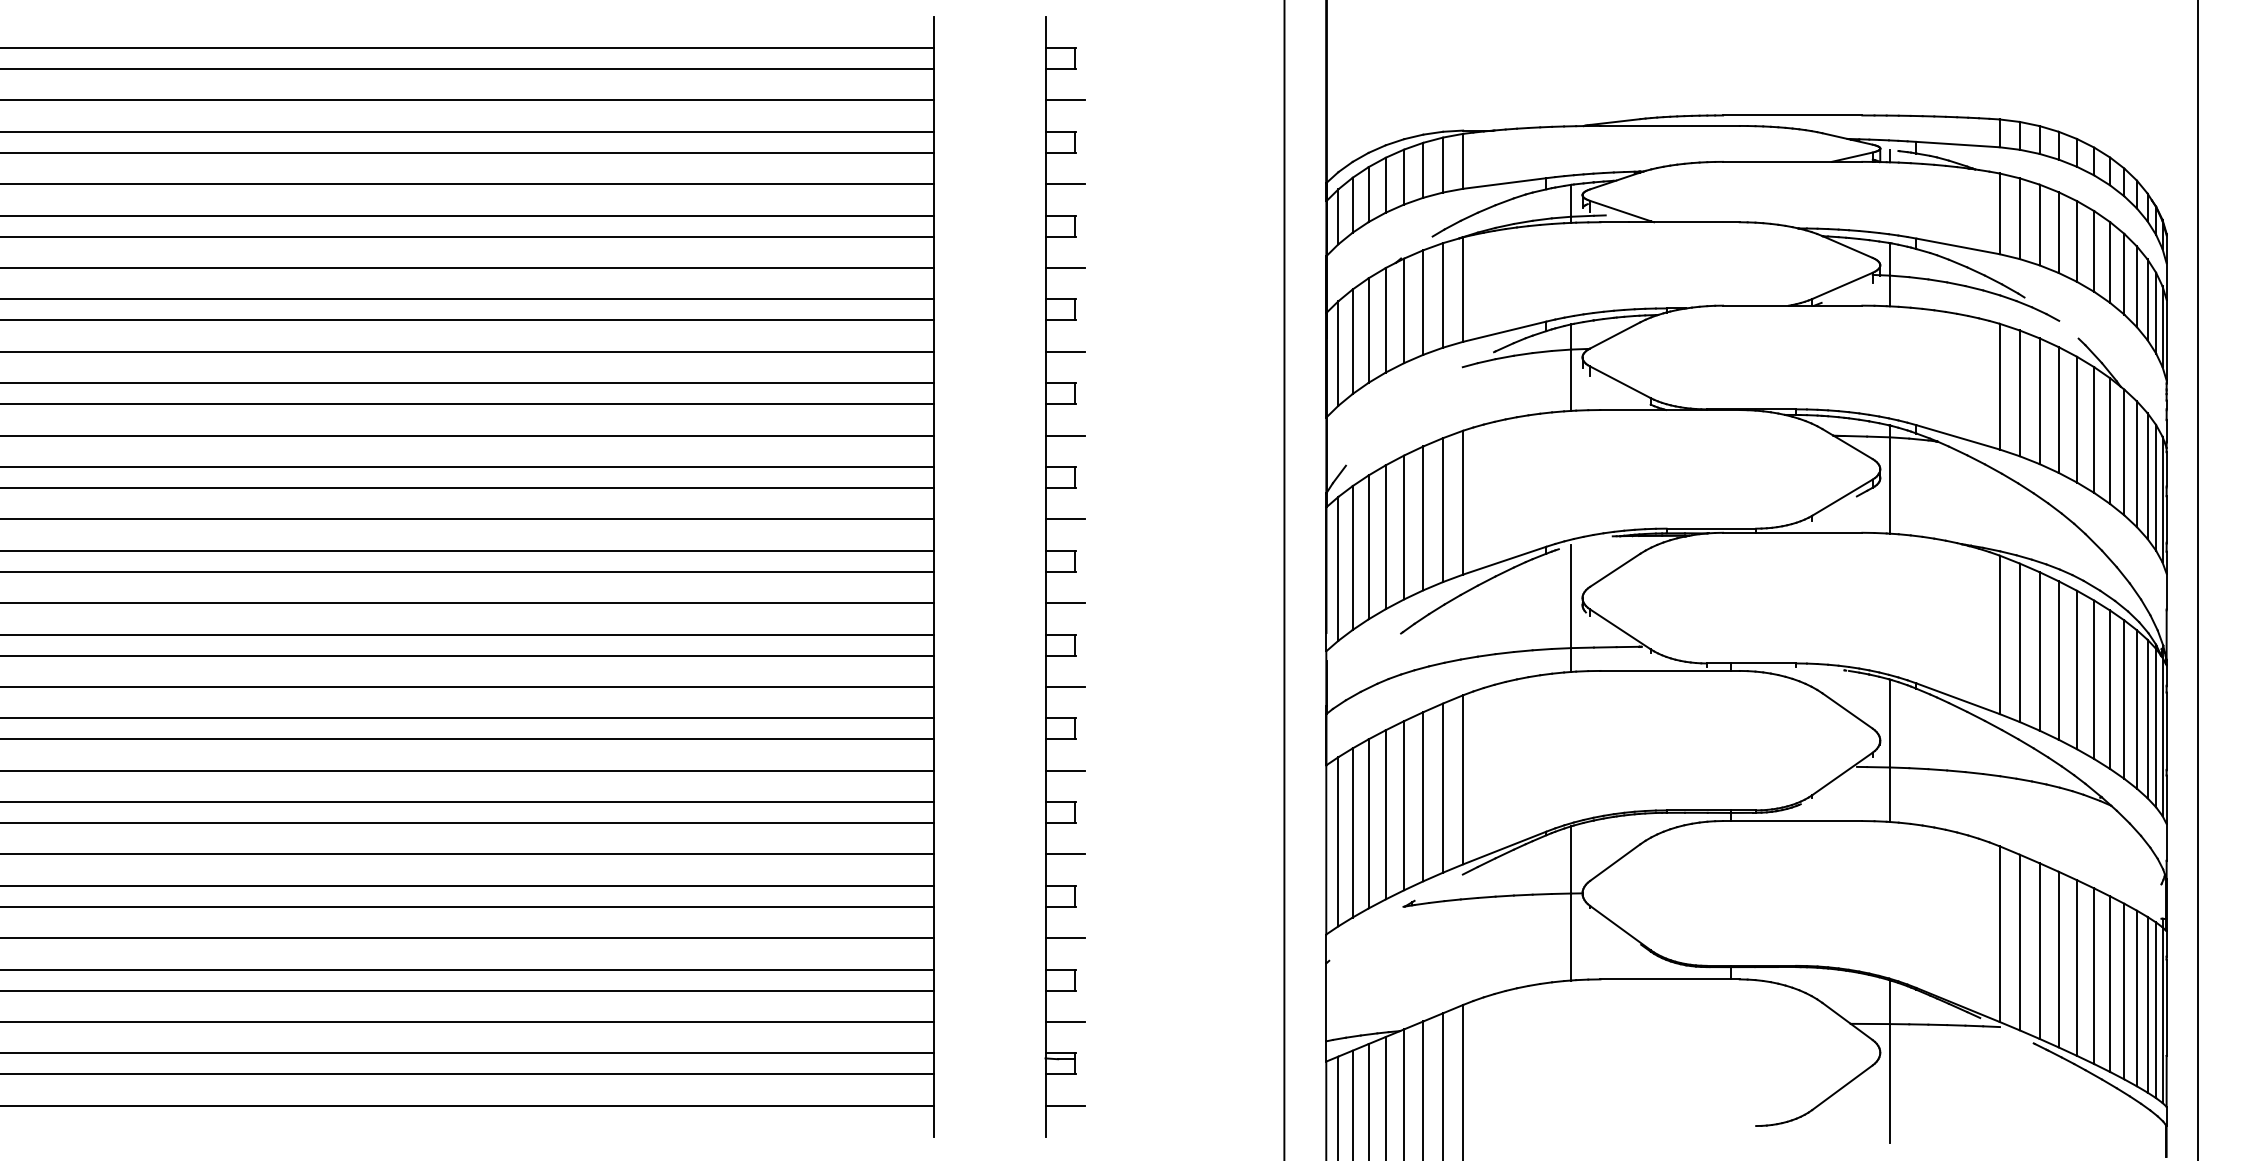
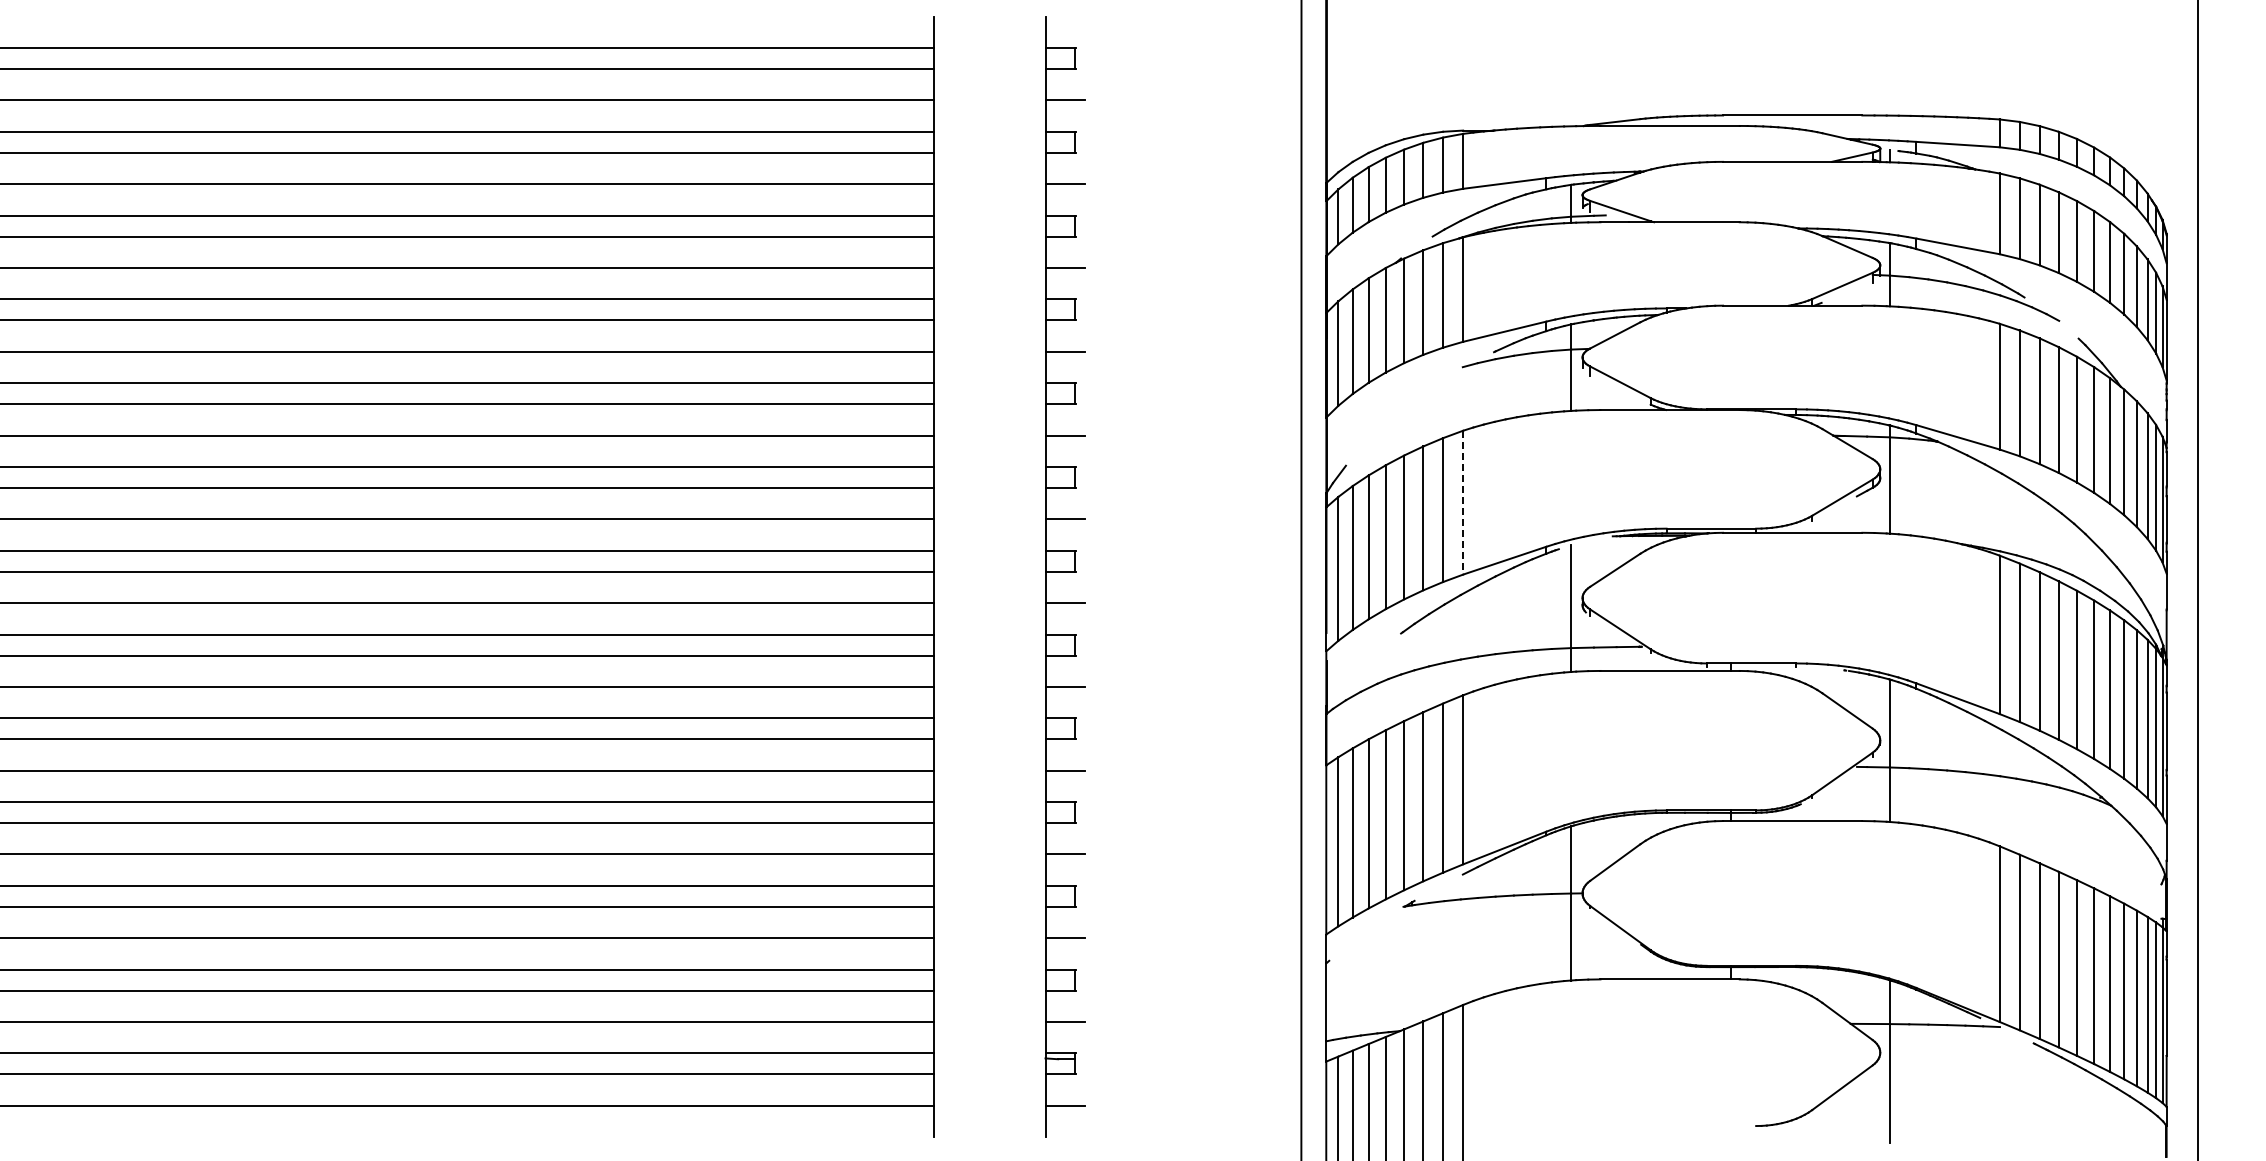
line at (1463, 502): solid -> dashed
line at (1284, 579) position: (1284, 579) -> (1301, 579)
